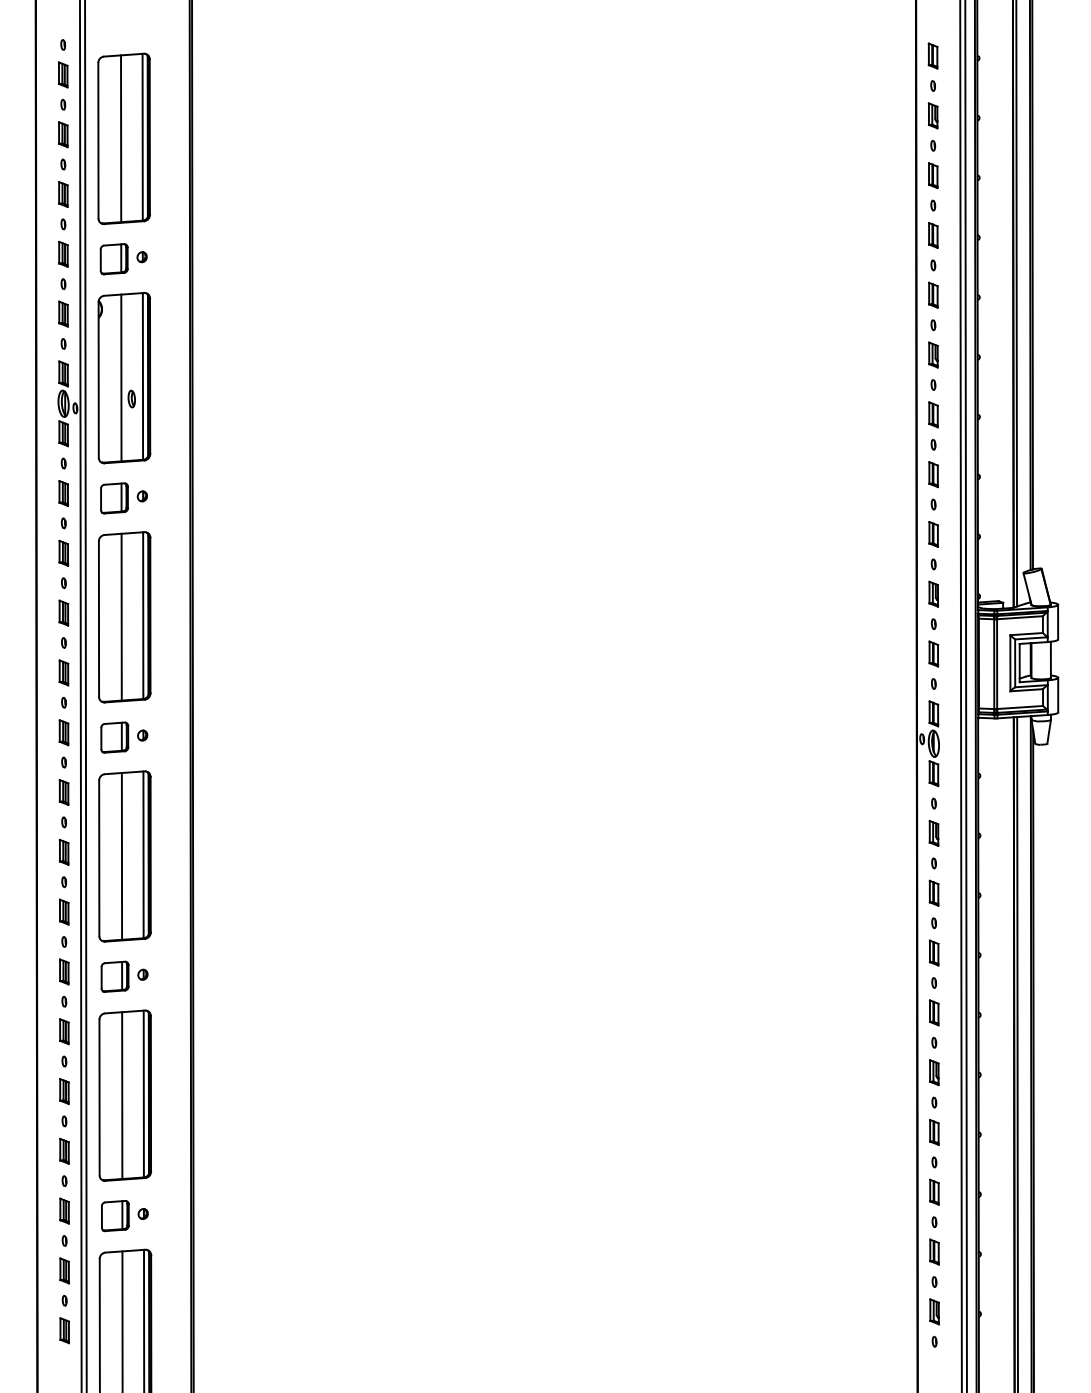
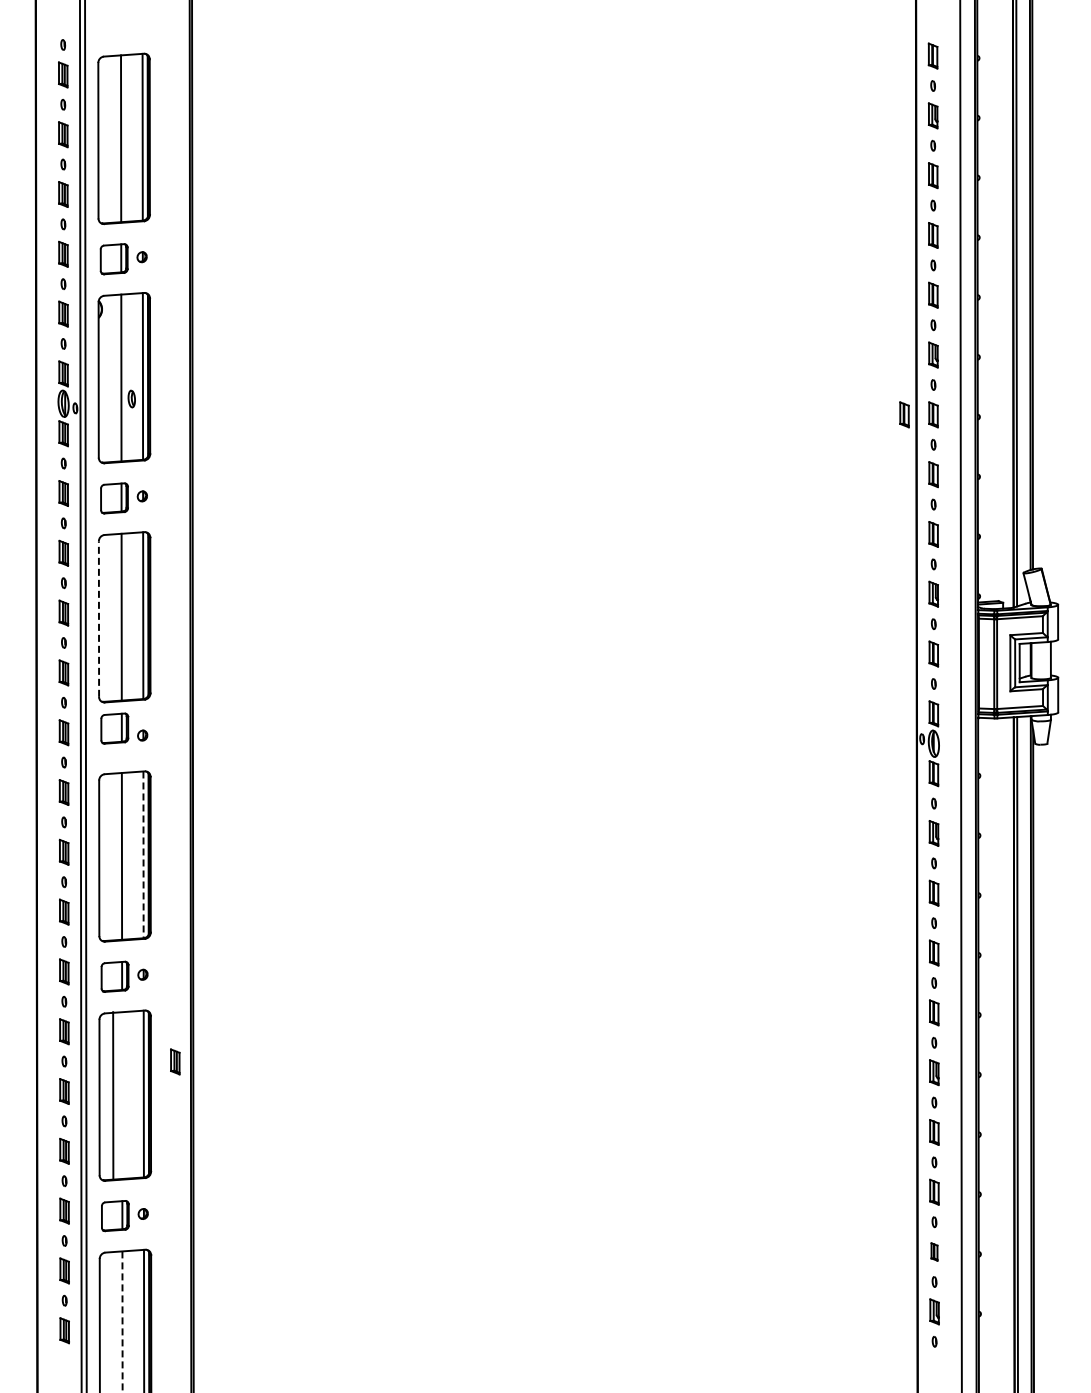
part at (904, 414): none -> present
line at (98, 619): solid -> dashed
line at (965, 695): present -> none
part at (114, 737) position: (114, 737) -> (114, 728)
line at (143, 855): solid -> dashed
part at (175, 1061): none -> present
line at (122, 1095) position: (122, 1095) -> (113, 1095)
part at (934, 1251) size: 11x28 px -> 9x20 px
line at (122, 1322): solid -> dashed
